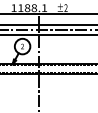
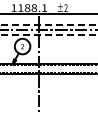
line at (49, 25): solid -> dashed
line at (49, 34): solid -> dashed
